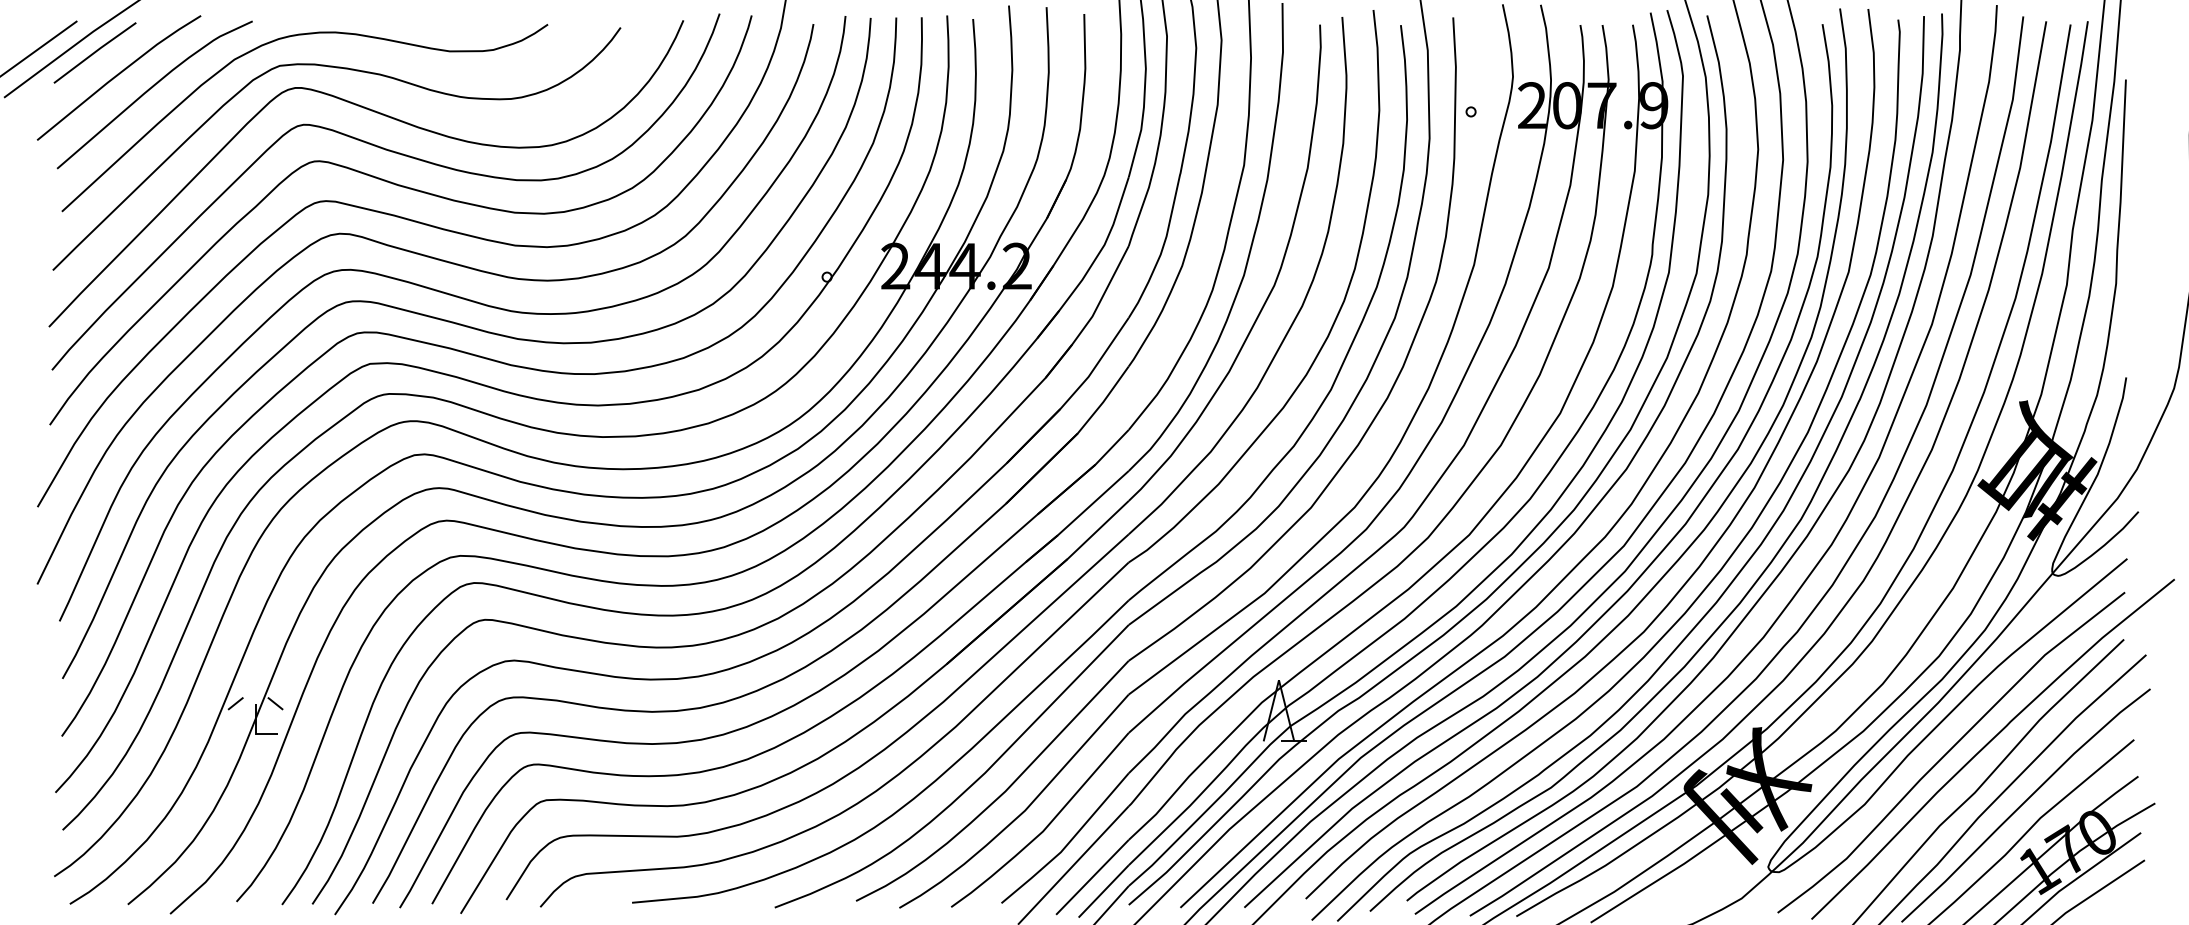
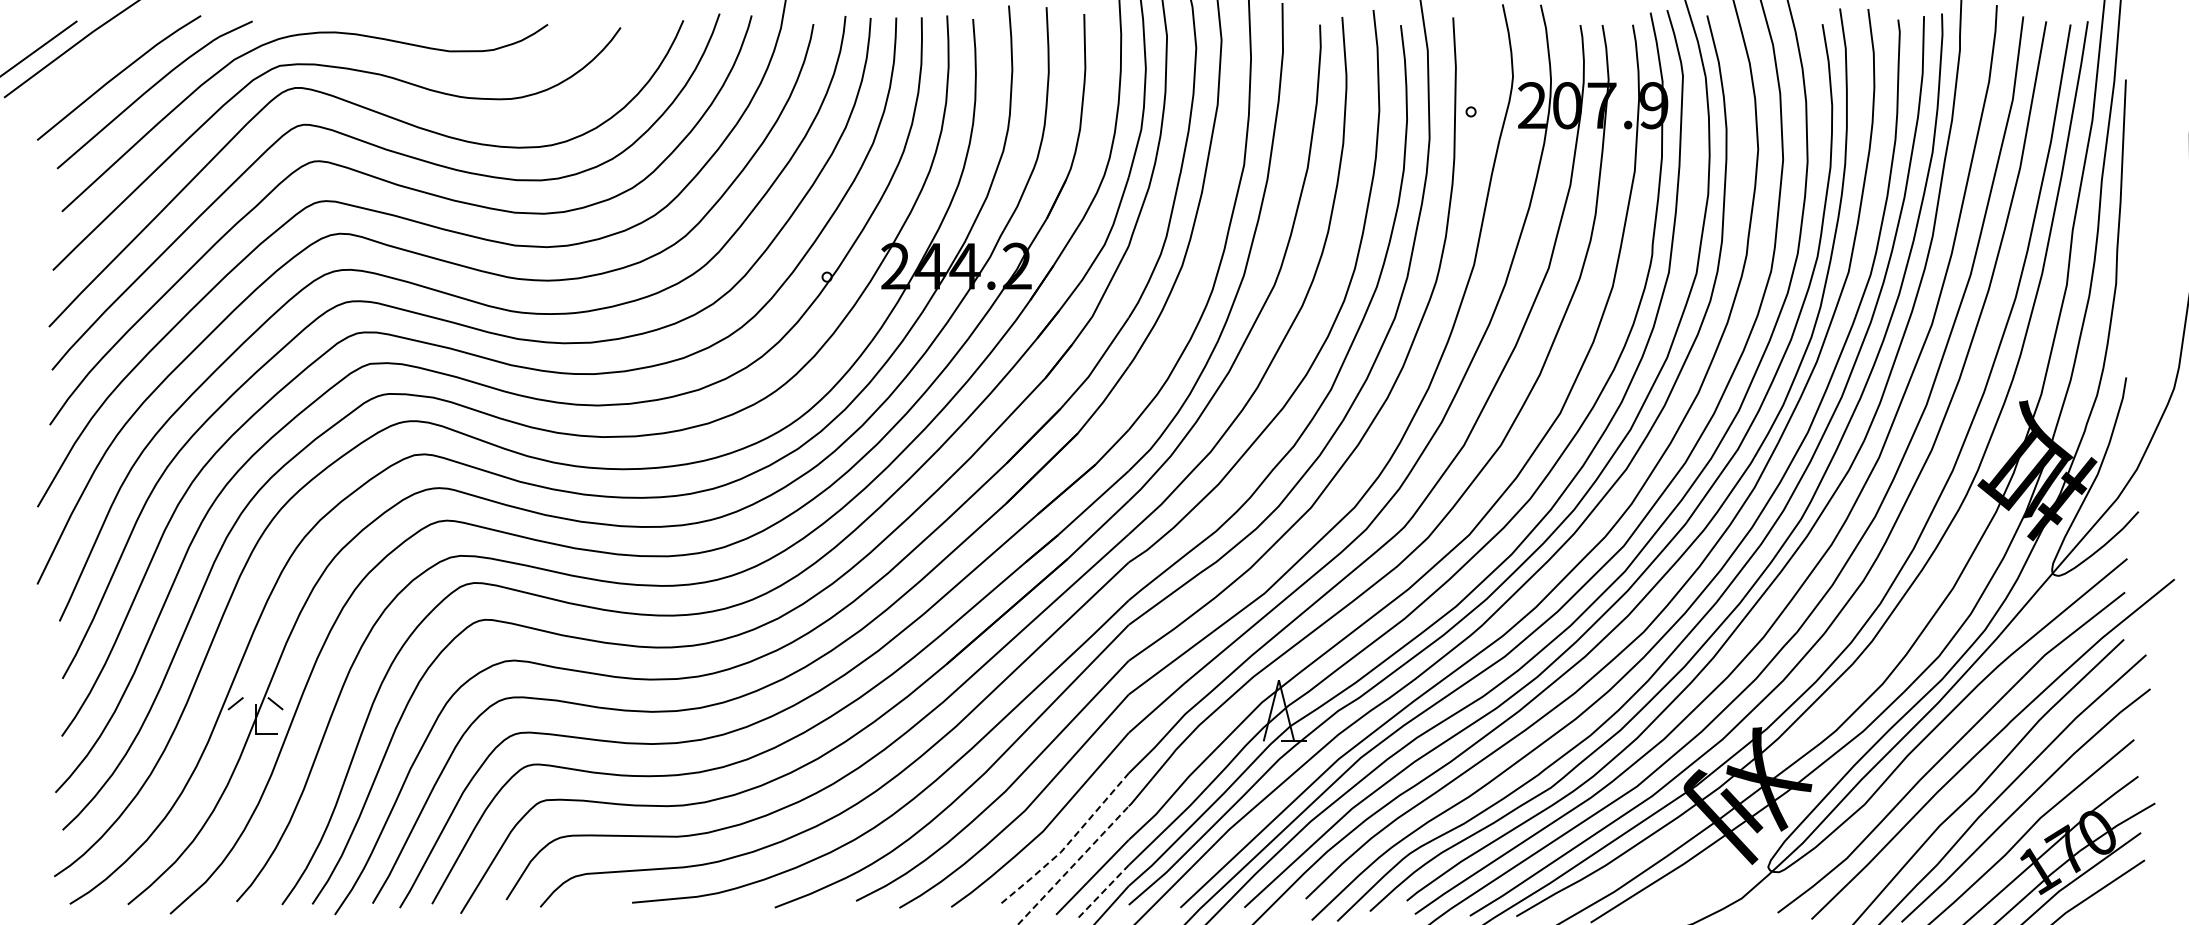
line at (94, 52): present -> none
line at (1068, 843): solid -> dashed
line at (1073, 865): solid -> dashed
line at (1104, 891): solid -> dashed
